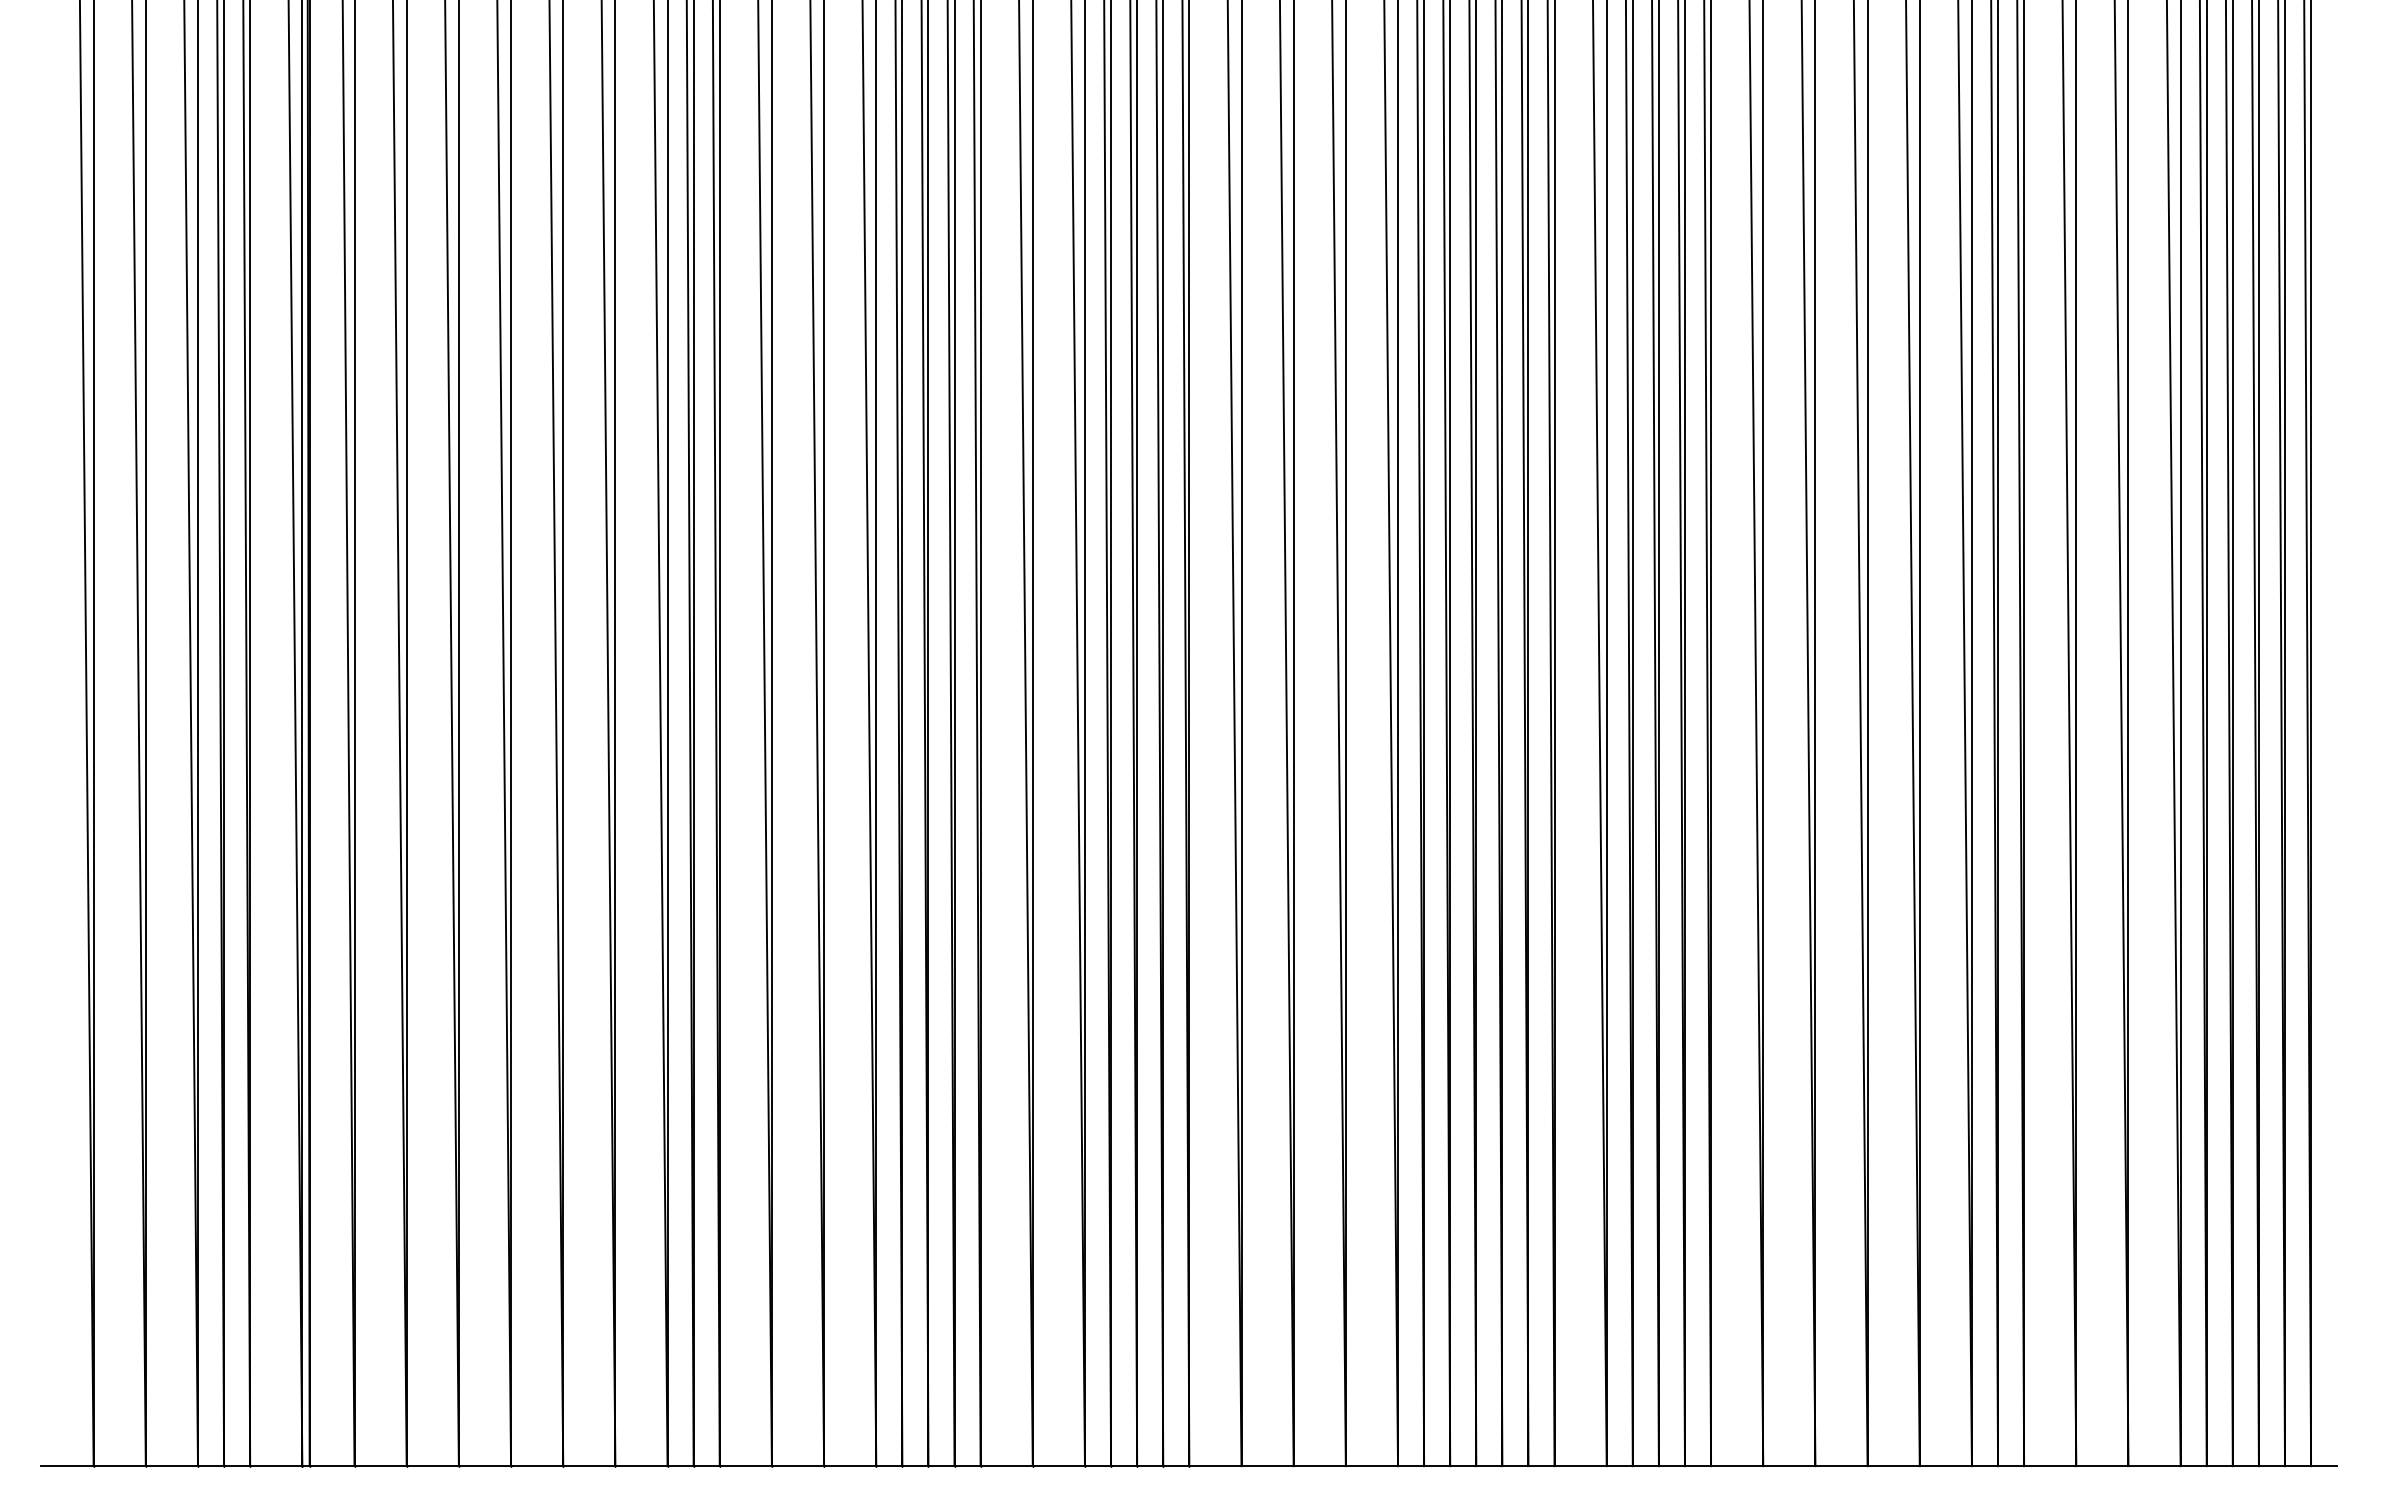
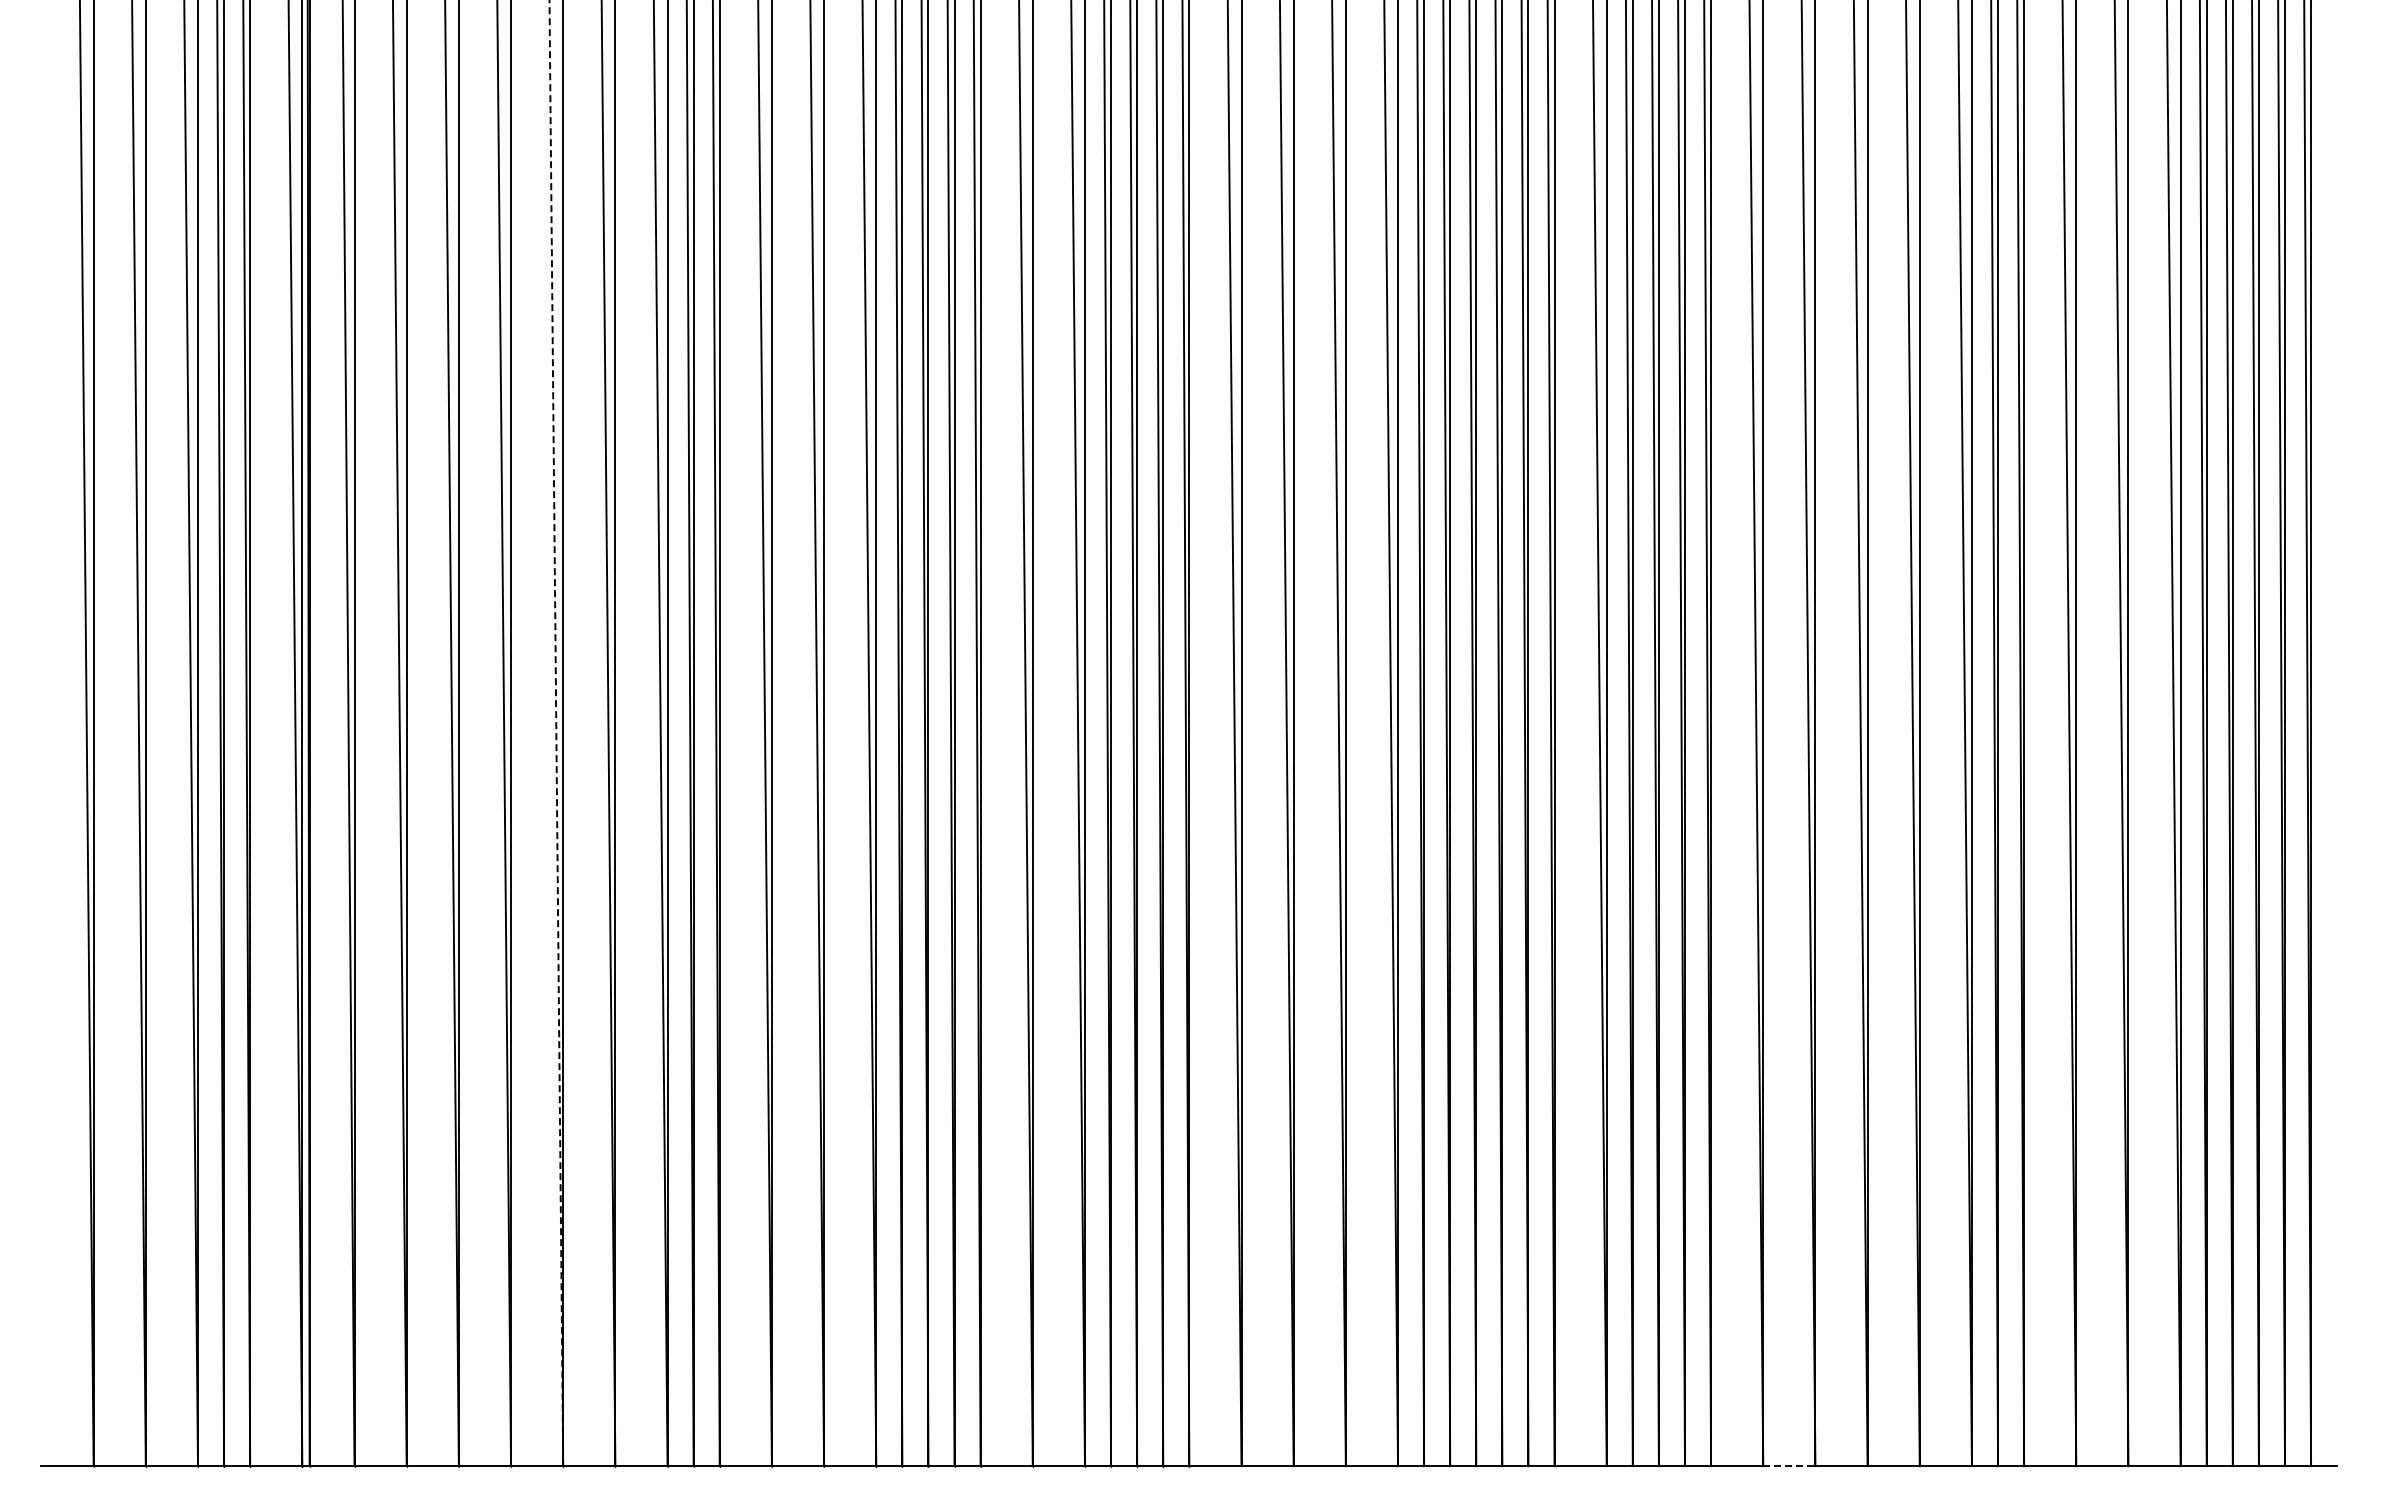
line at (556, 733): solid -> dashed
line at (1789, 1466): solid -> dashed
